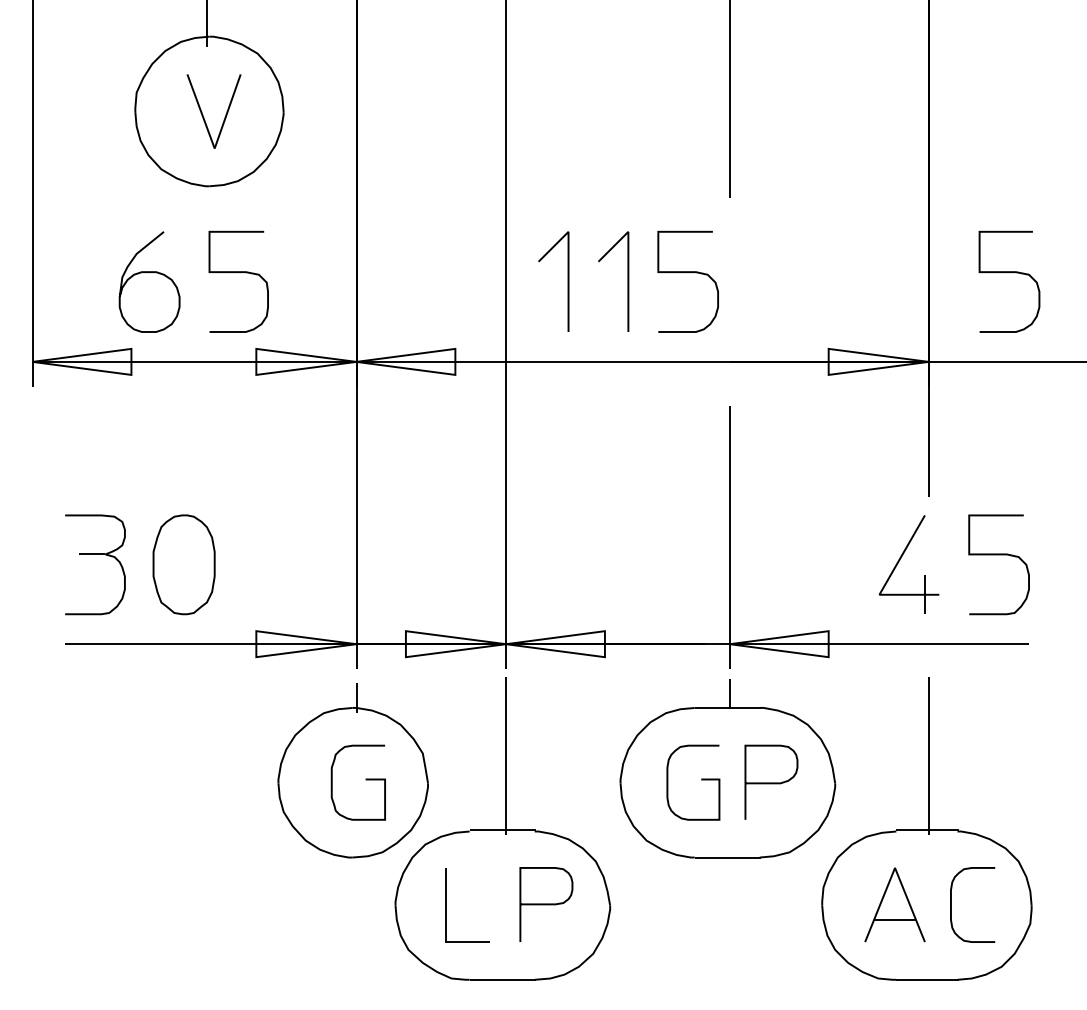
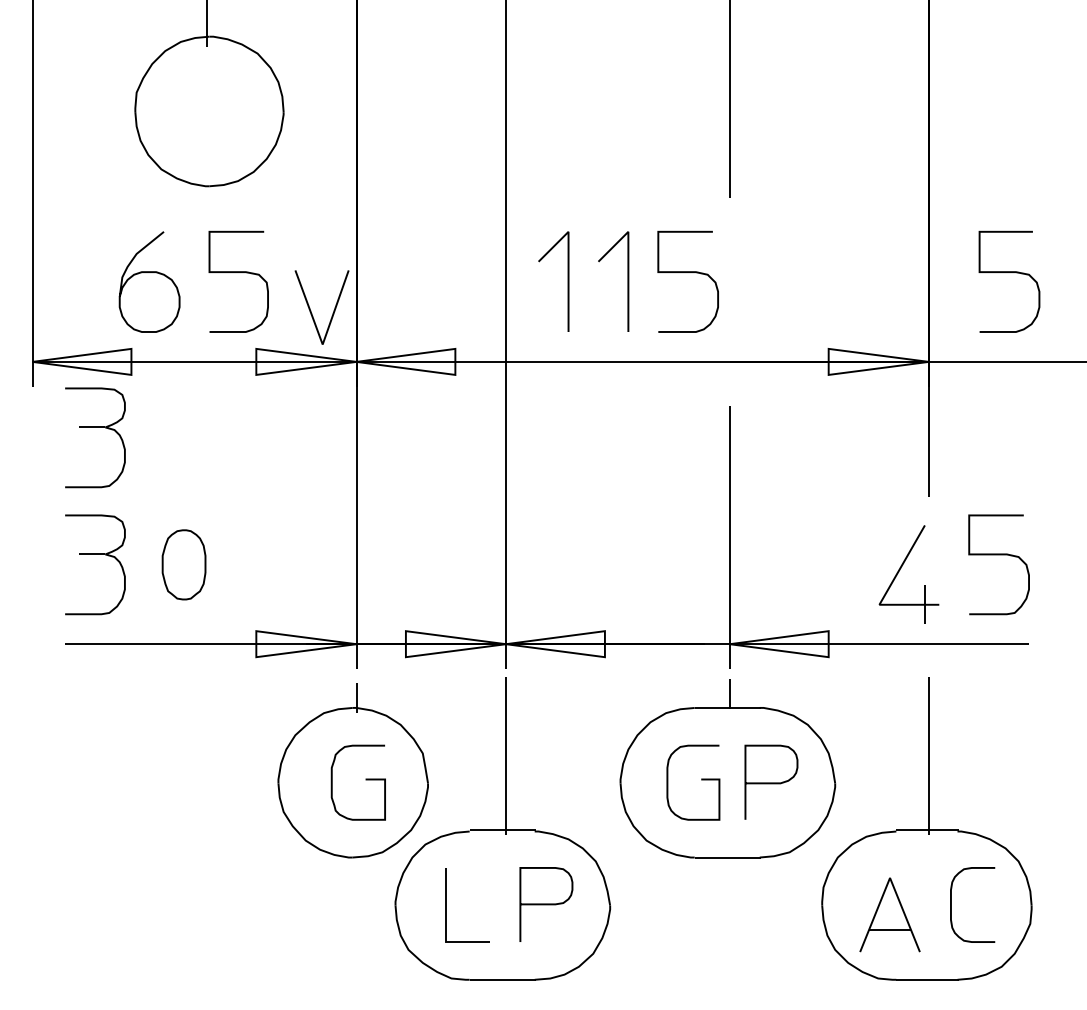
curve at (203, 114) position: (203, 114) -> (311, 310)
part at (95, 427): none -> present
part at (900, 560) position: (900, 560) -> (900, 570)
part at (183, 564) size: 64x102 px -> 46x72 px
part at (894, 904) position: (894, 904) -> (889, 914)
